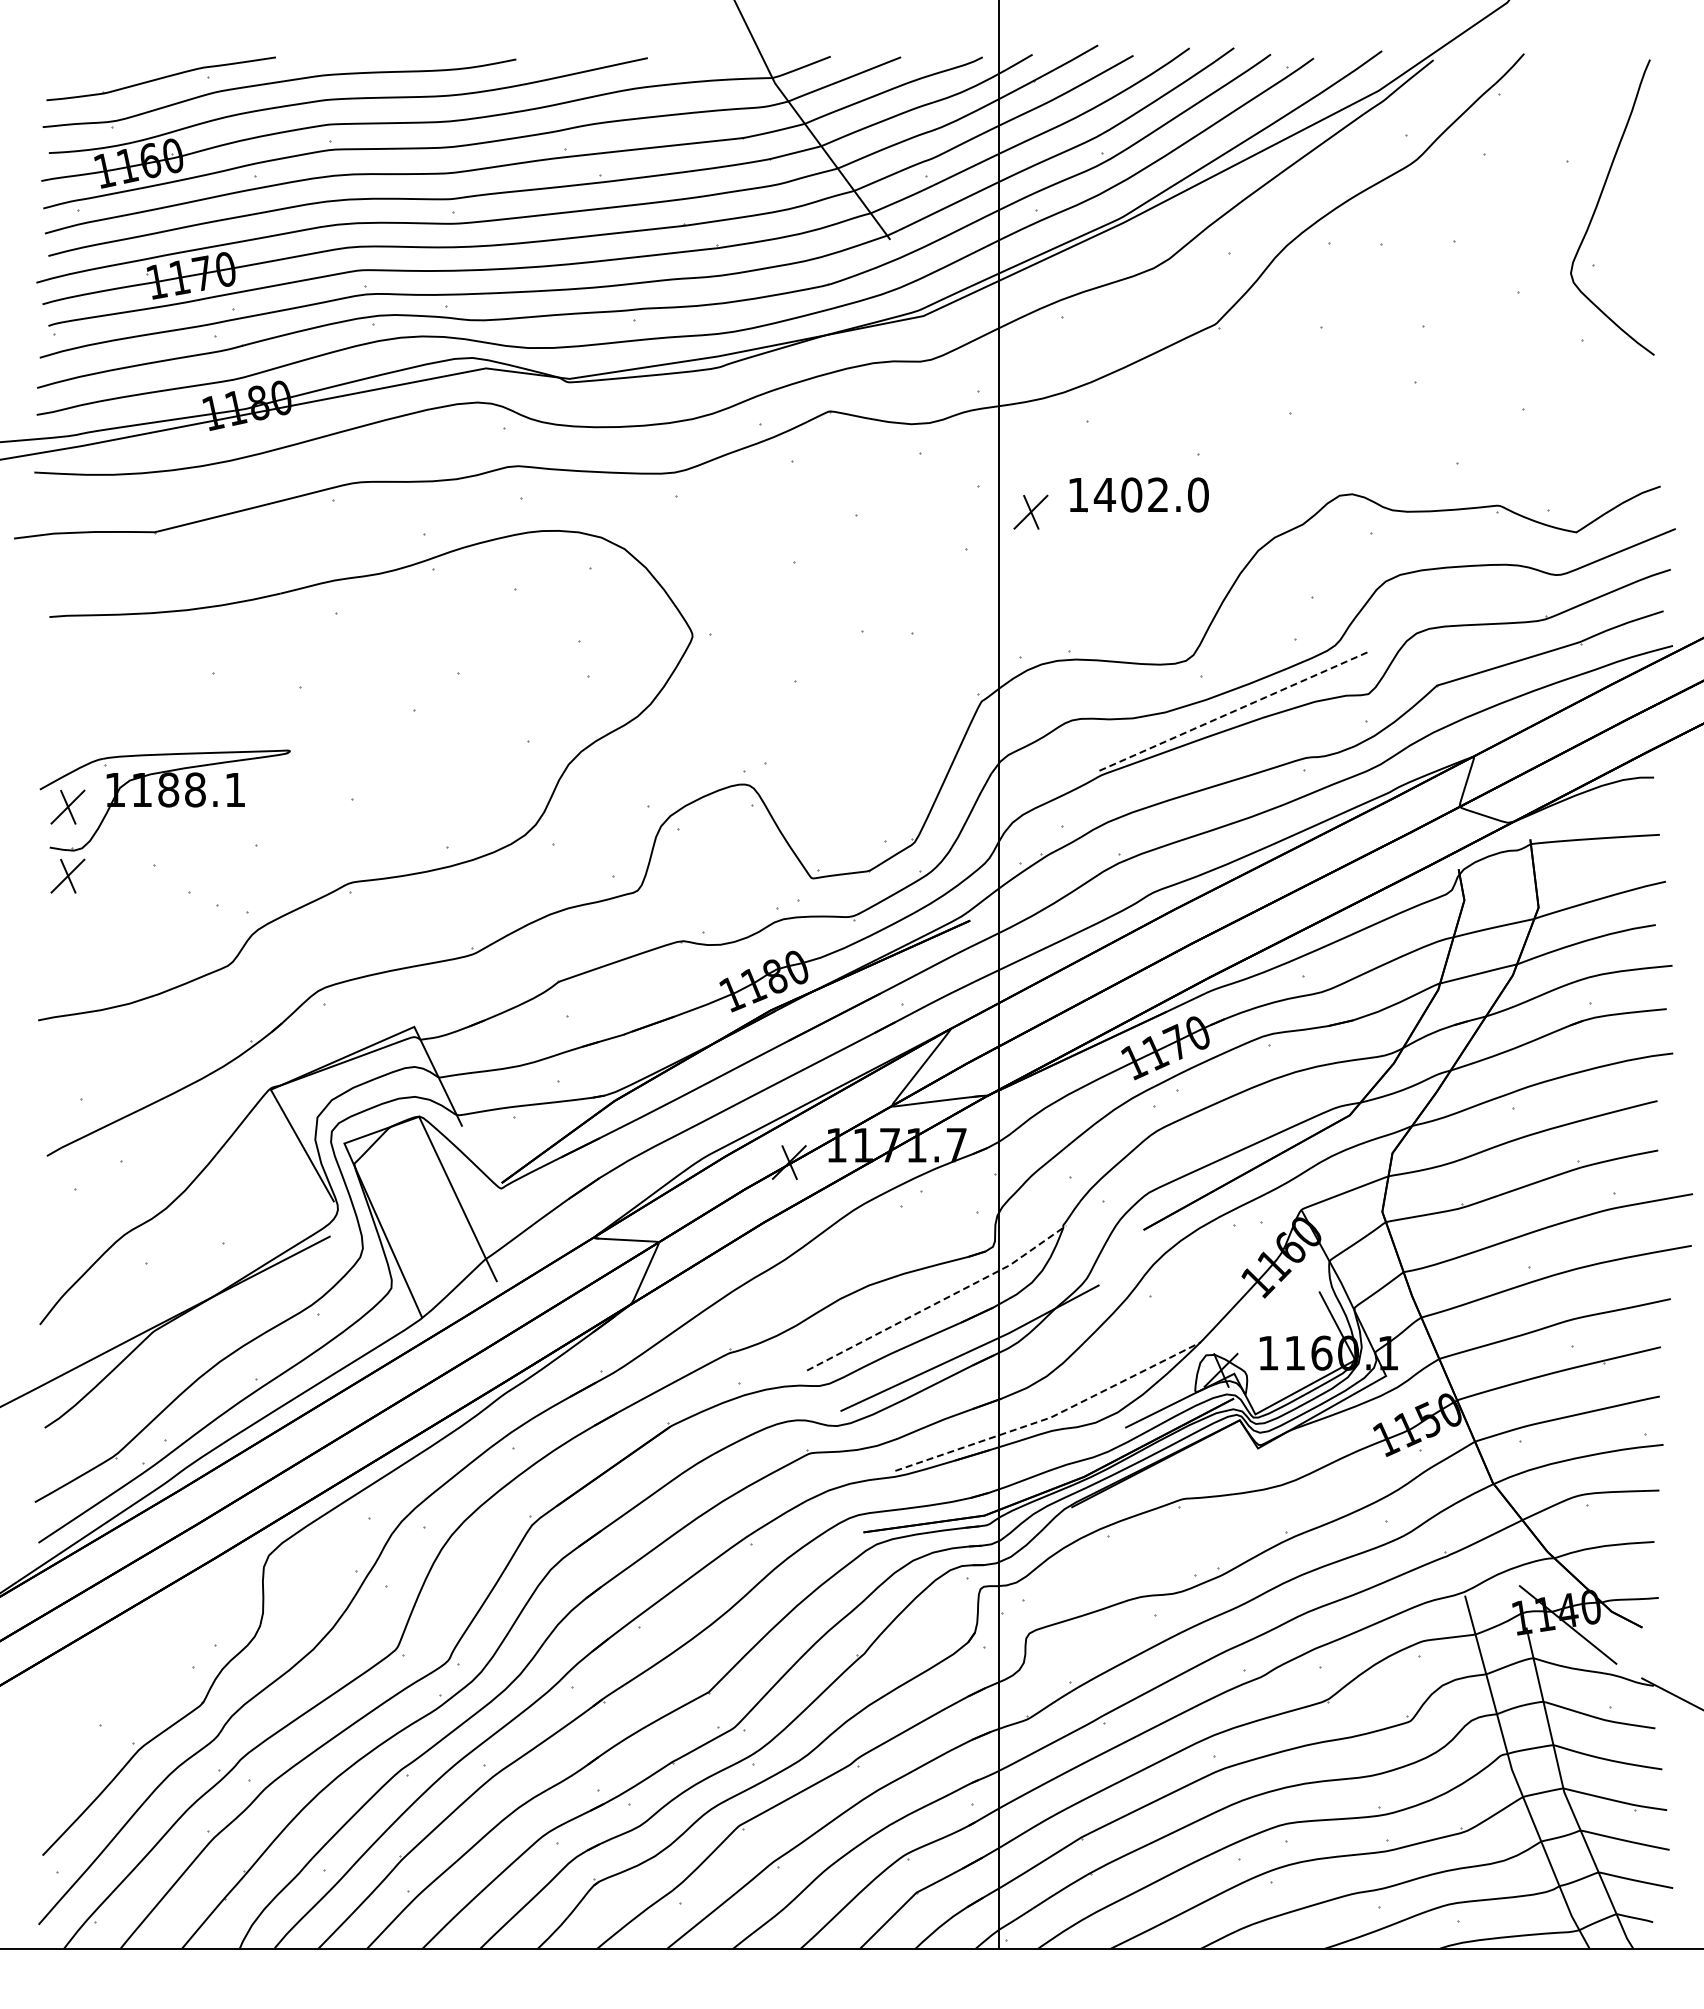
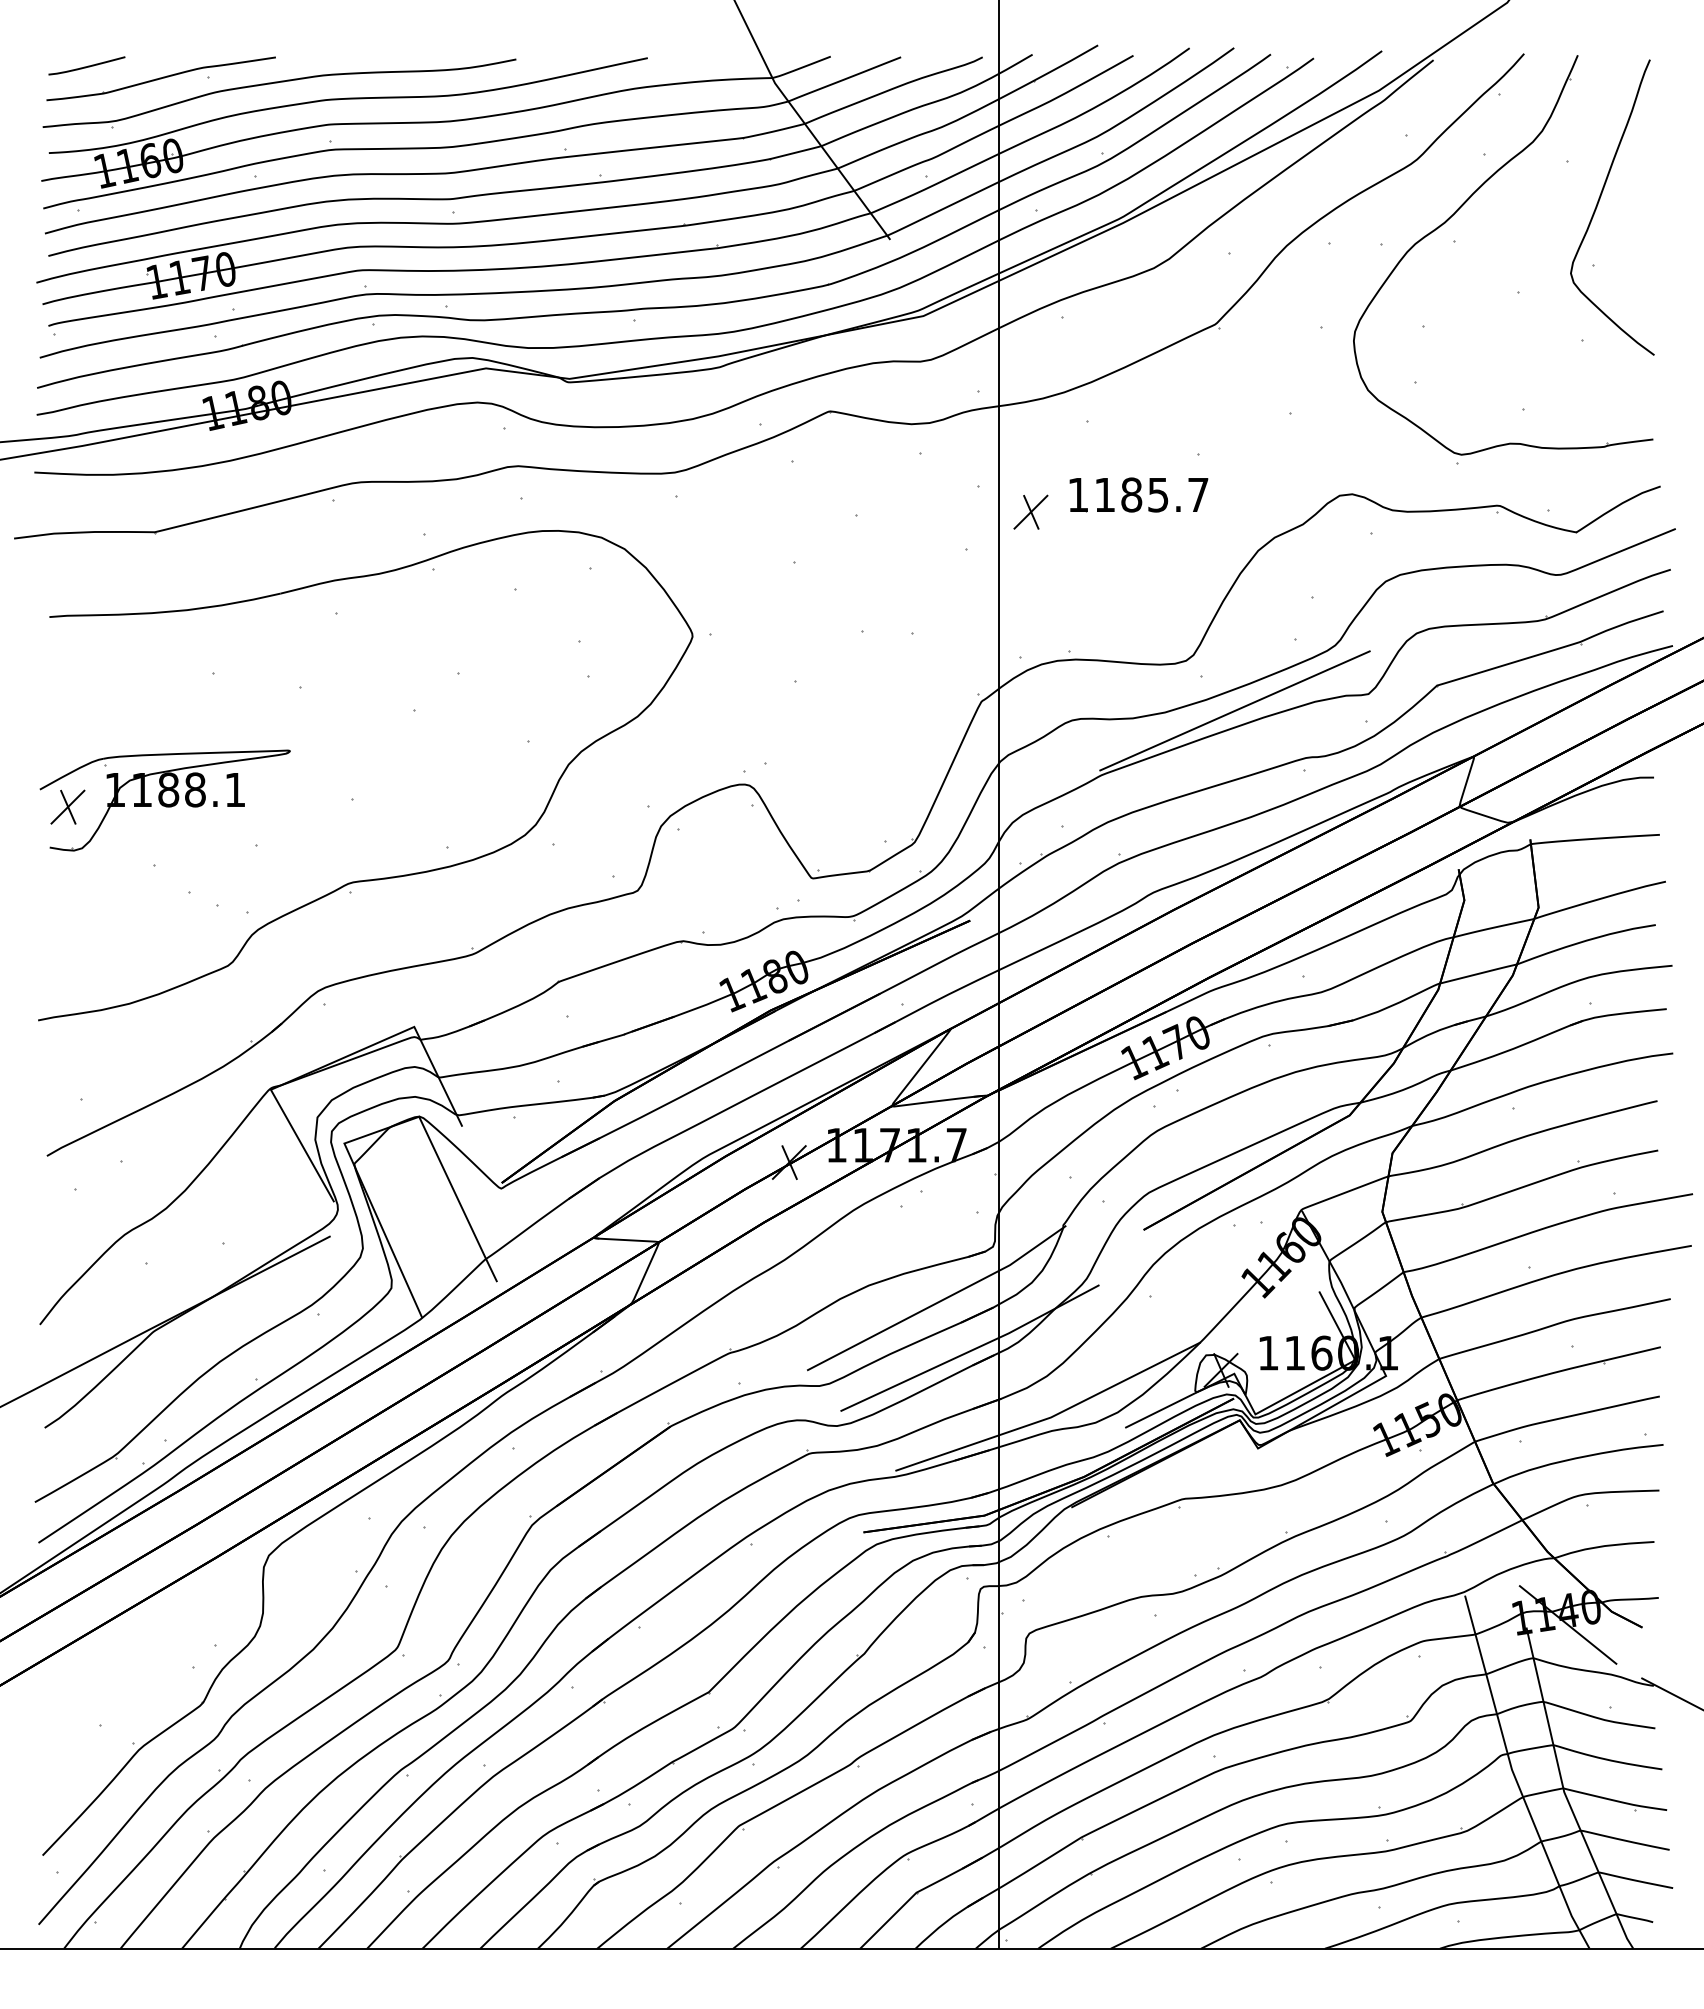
curve at (86, 66): none -> present
part at (1458, 210): none -> present
text at (1150, 494): 1402.0 -> 1185.7
line at (1235, 710): dashed -> solid
part at (67, 875): present -> none
line at (939, 1301): dashed -> solid
line at (1051, 1417): dashed -> solid
